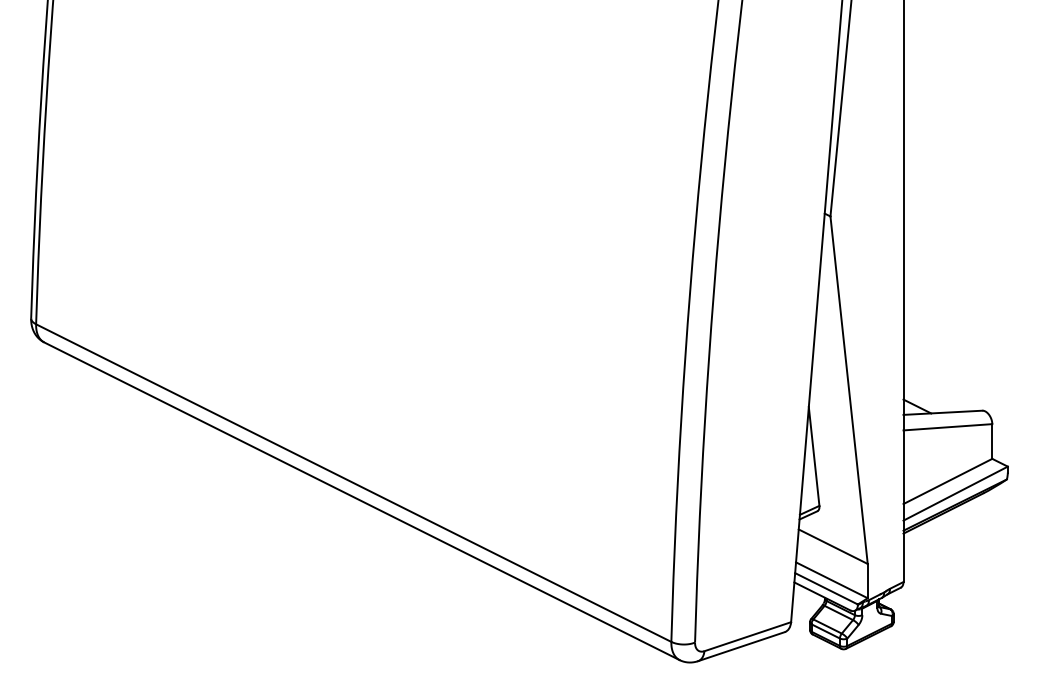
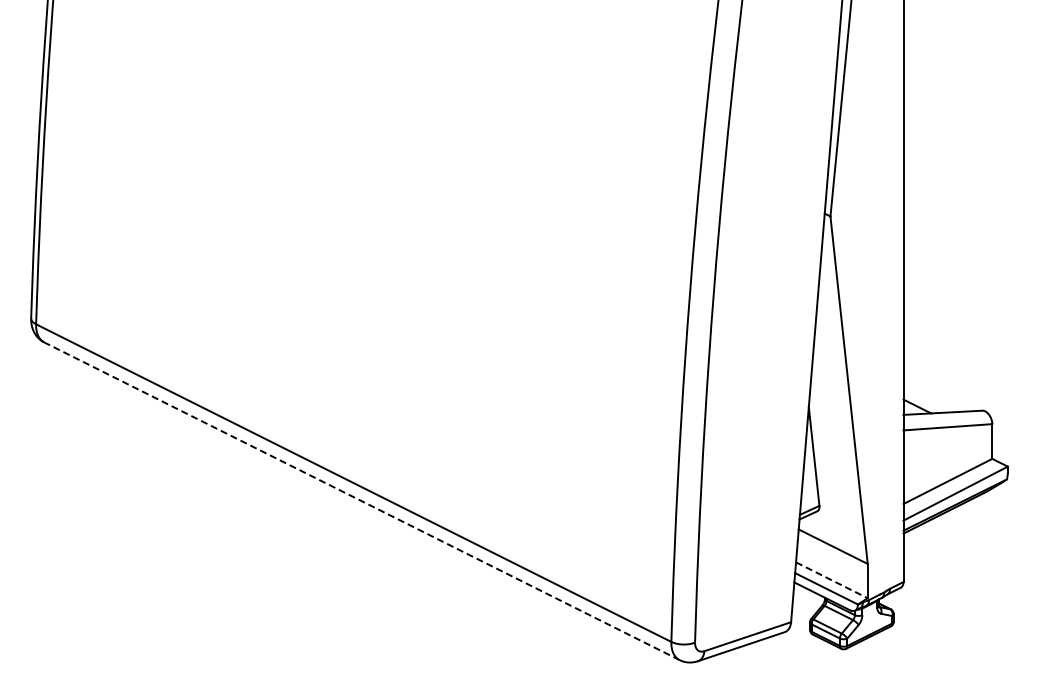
line at (361, 501): solid -> dashed
line at (832, 580): solid -> dashed
